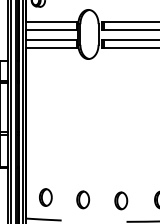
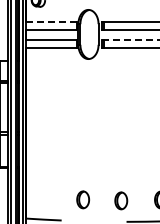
line at (50, 21): solid -> dashed
line at (130, 39): solid -> dashed
part at (45, 197): present -> none
